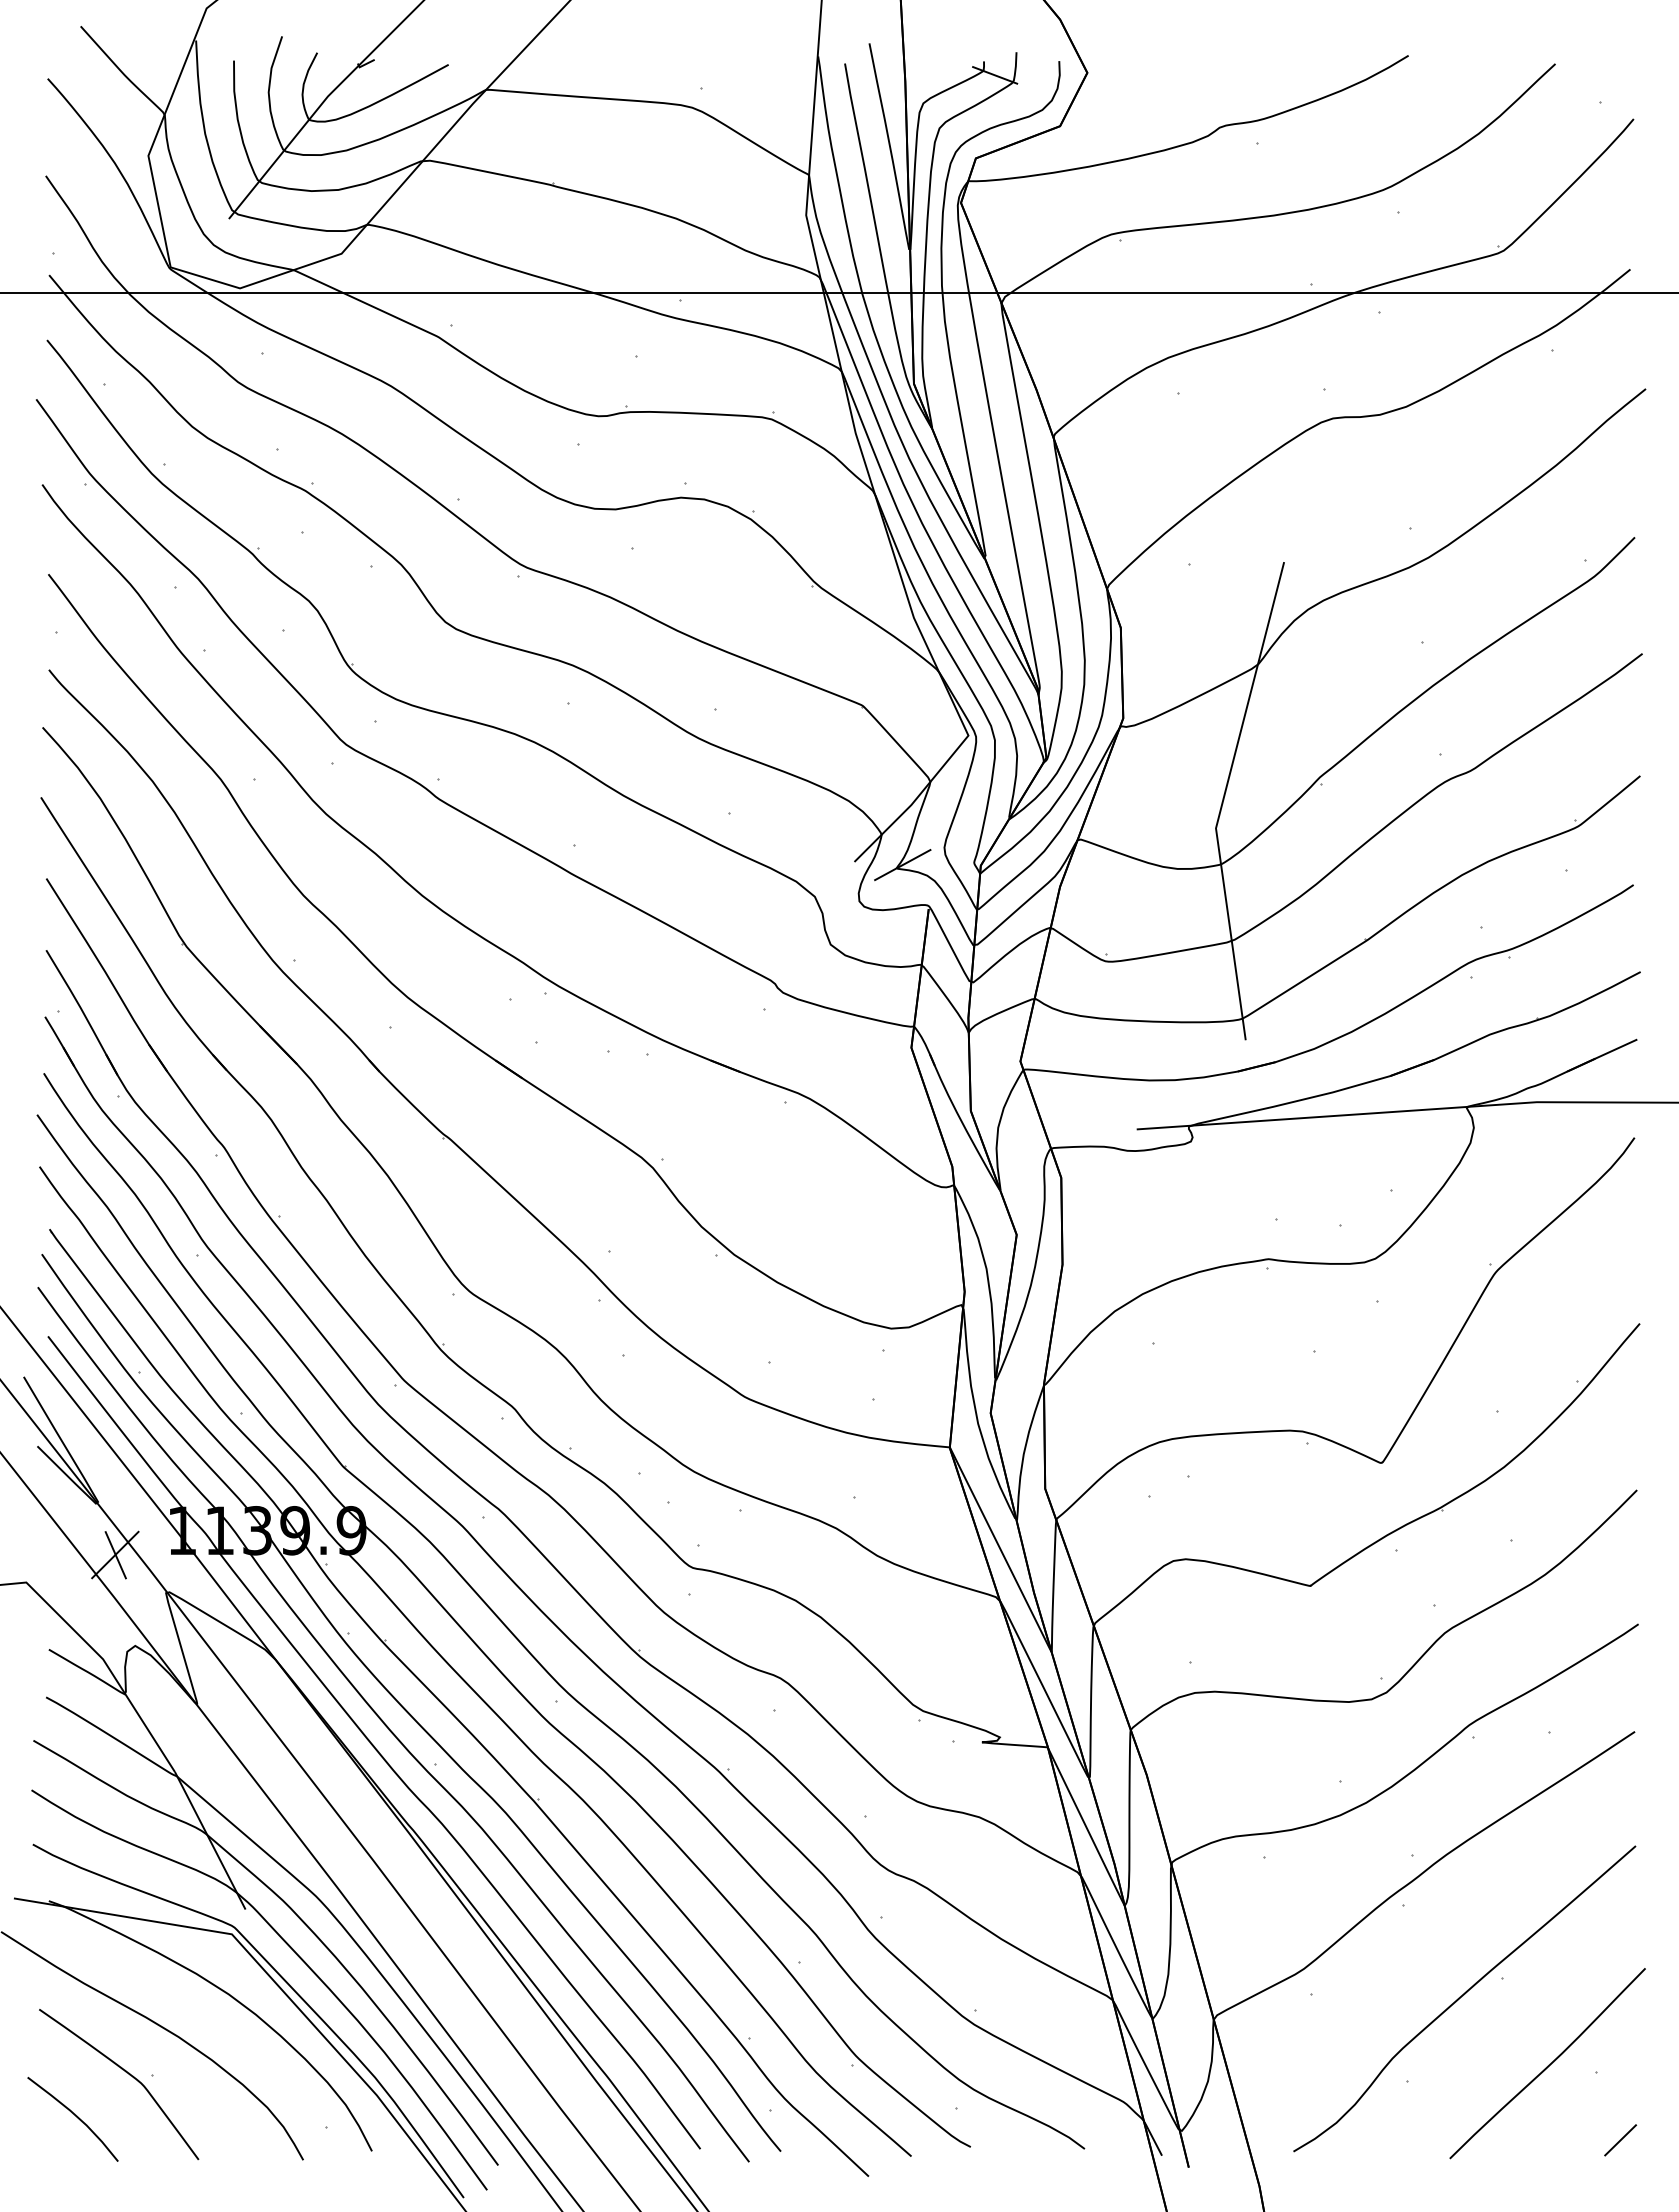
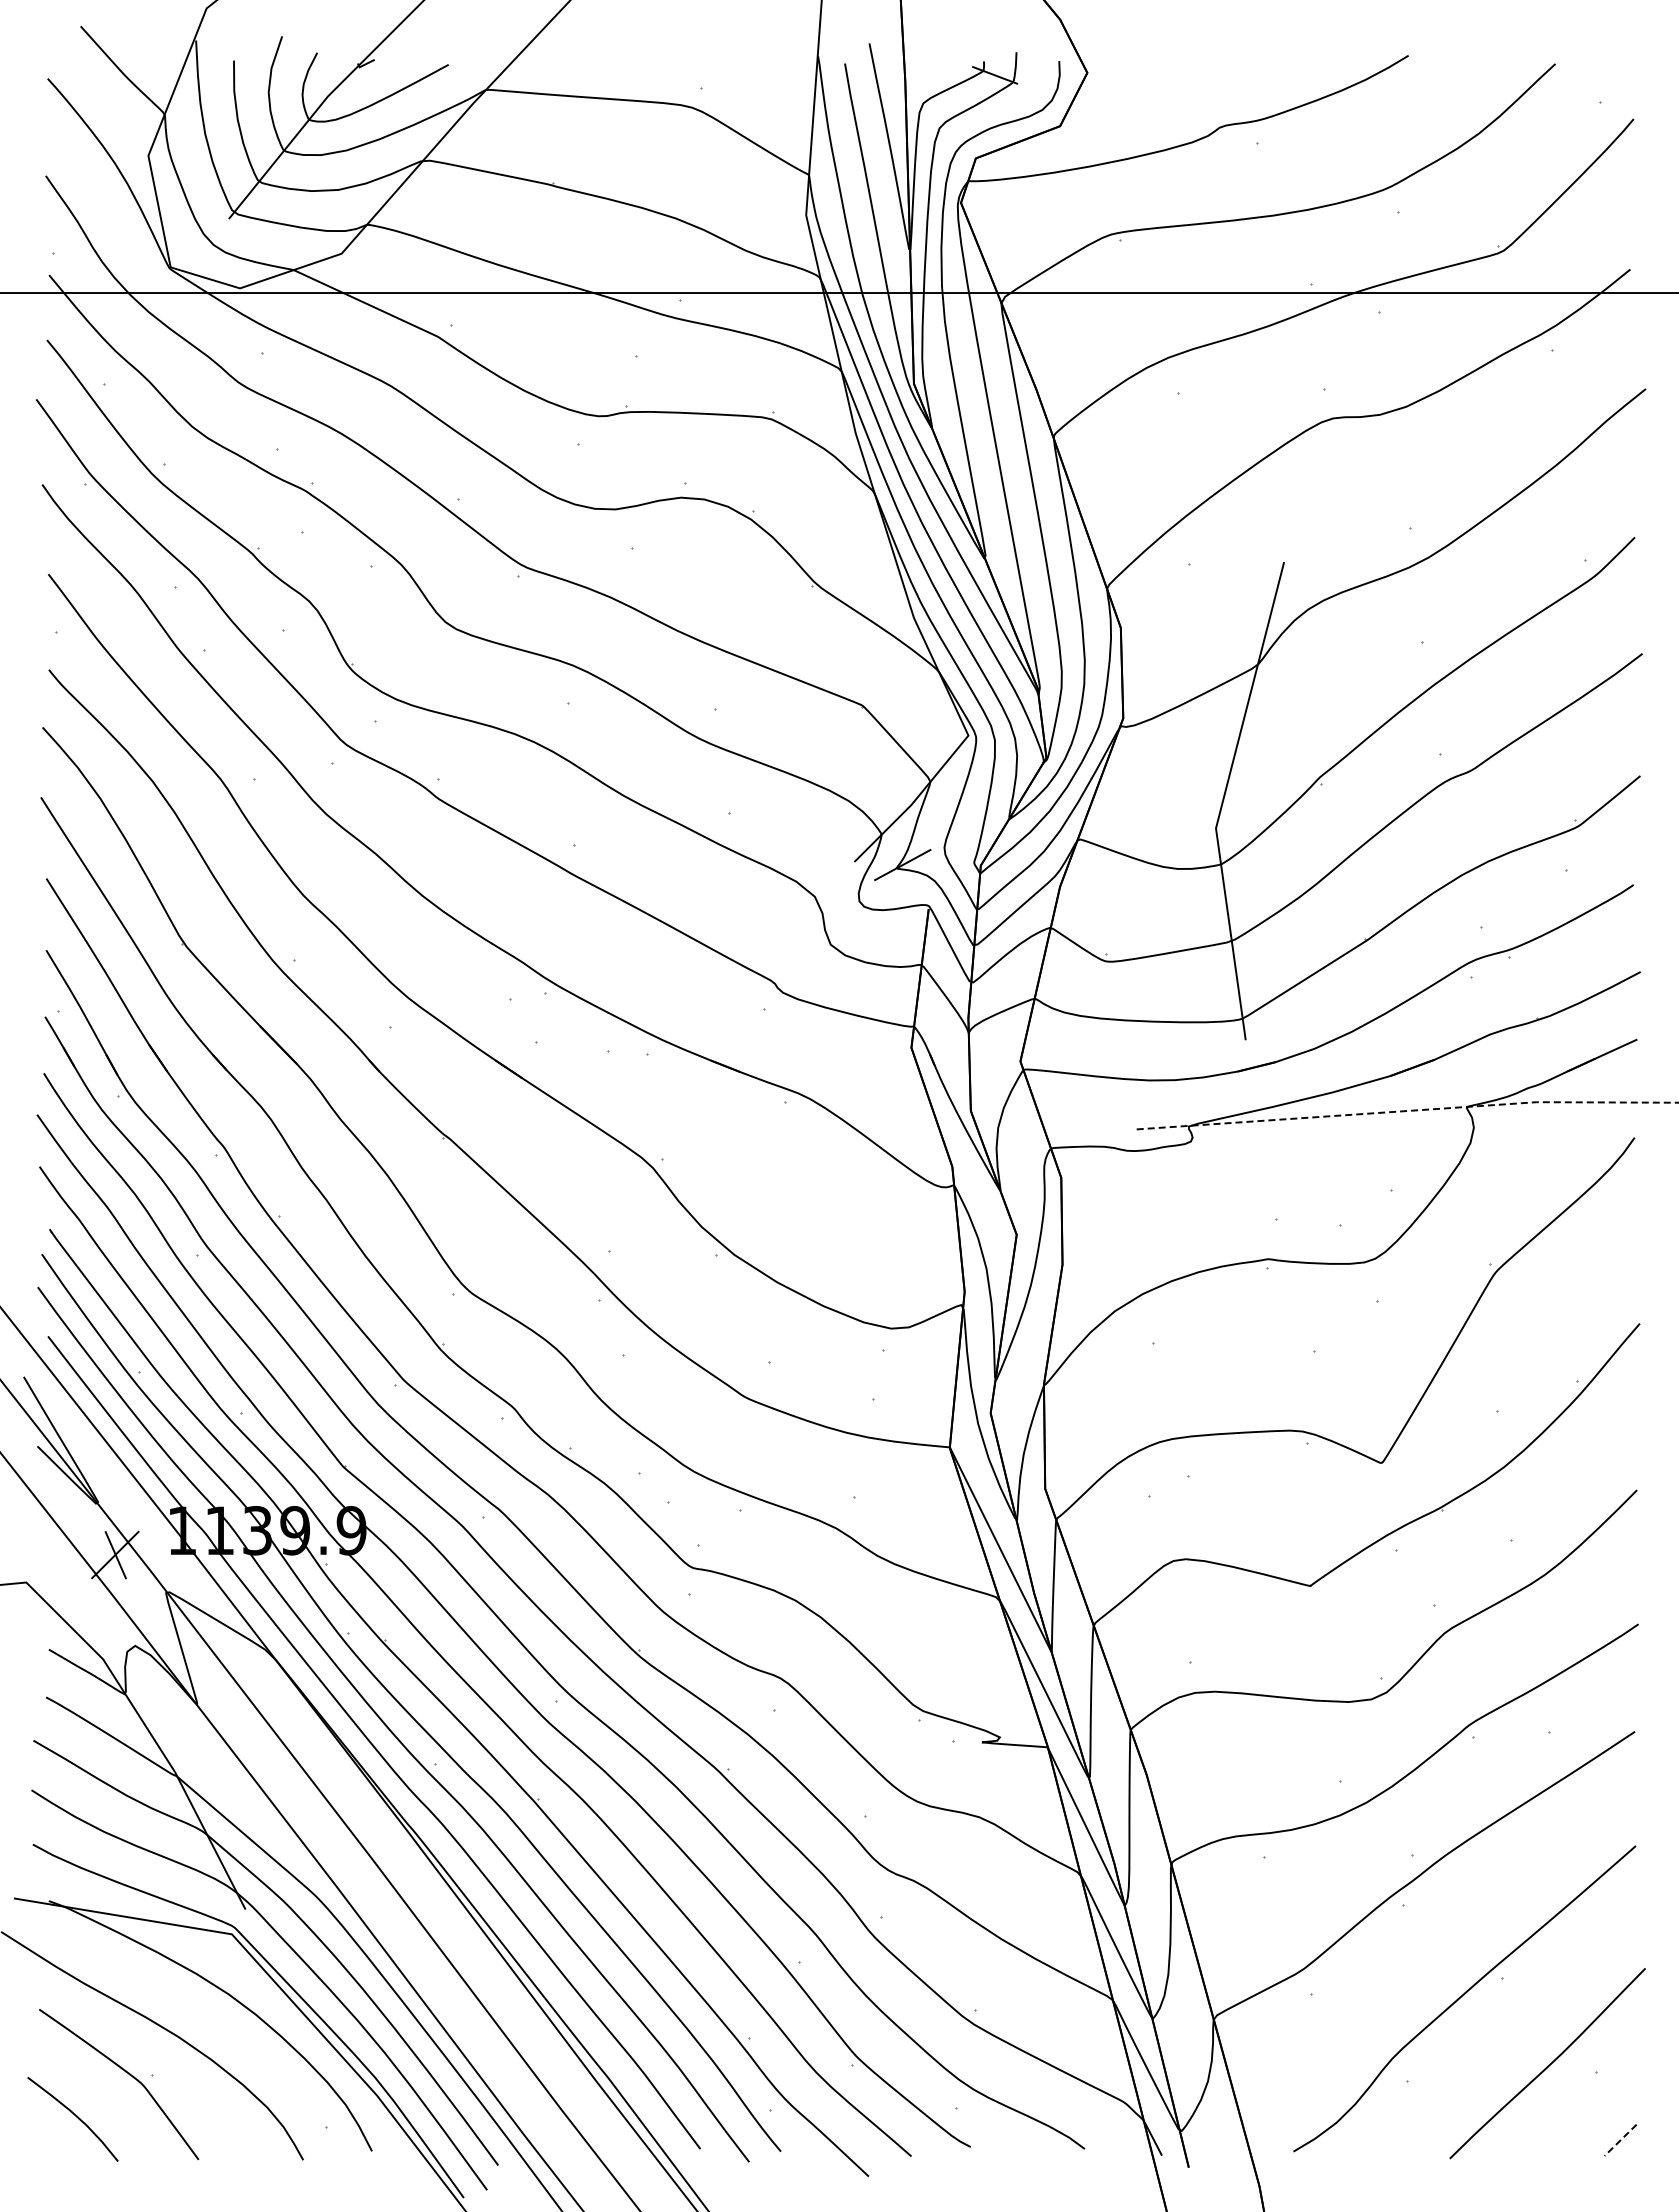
line at (1408, 1110): solid -> dashed
line at (1620, 2140): solid -> dashed
